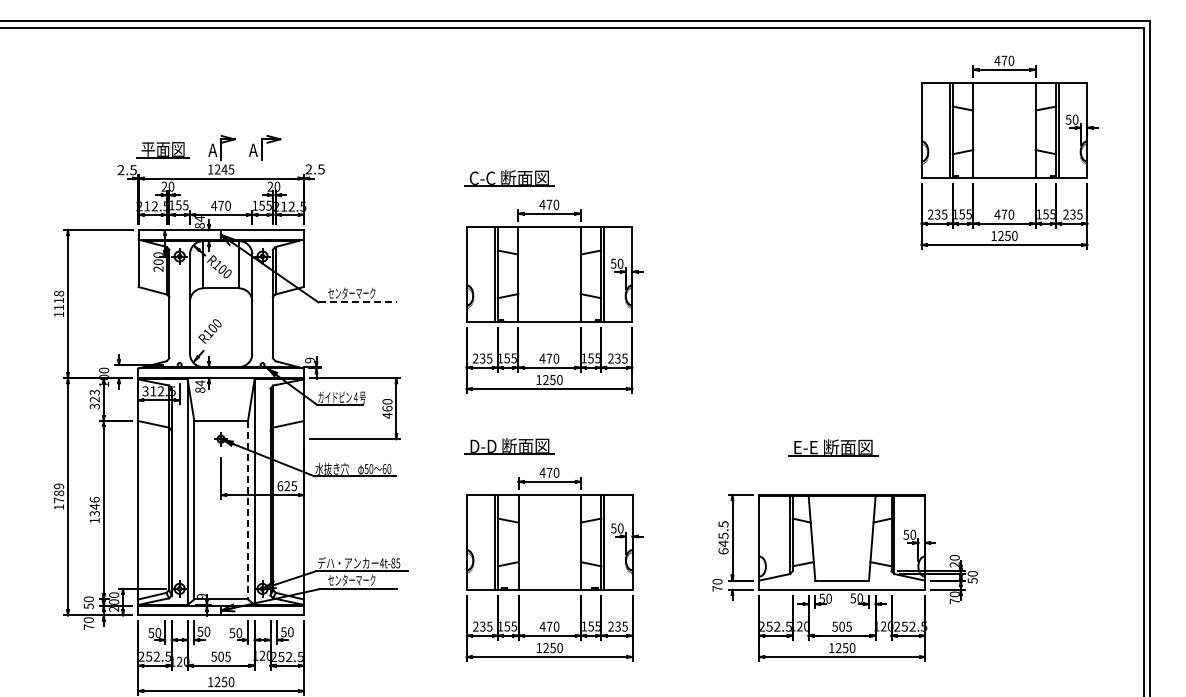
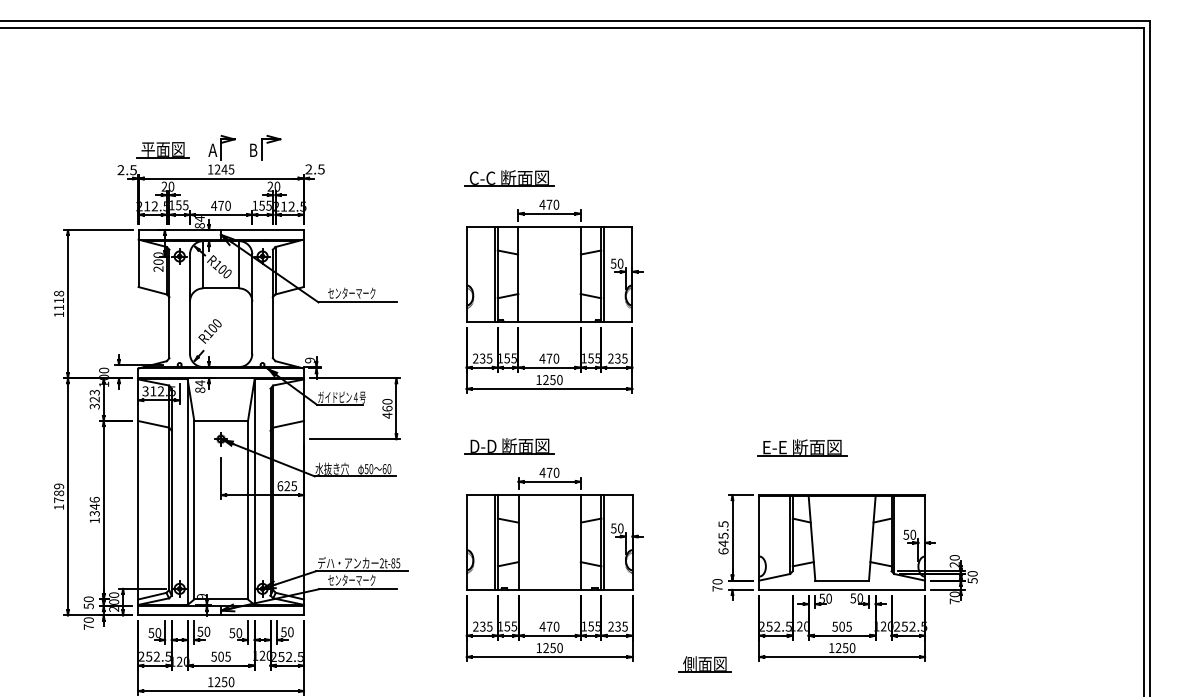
text at (253, 149): A -> B
part at (1009, 152): present -> none
line at (358, 302): dashed -> solid
part at (833, 447) position: (833, 447) -> (802, 447)
line at (247, 510): dashed -> solid
text at (381, 563): 4t-85 -> 2t-85
part at (704, 664): none -> present
